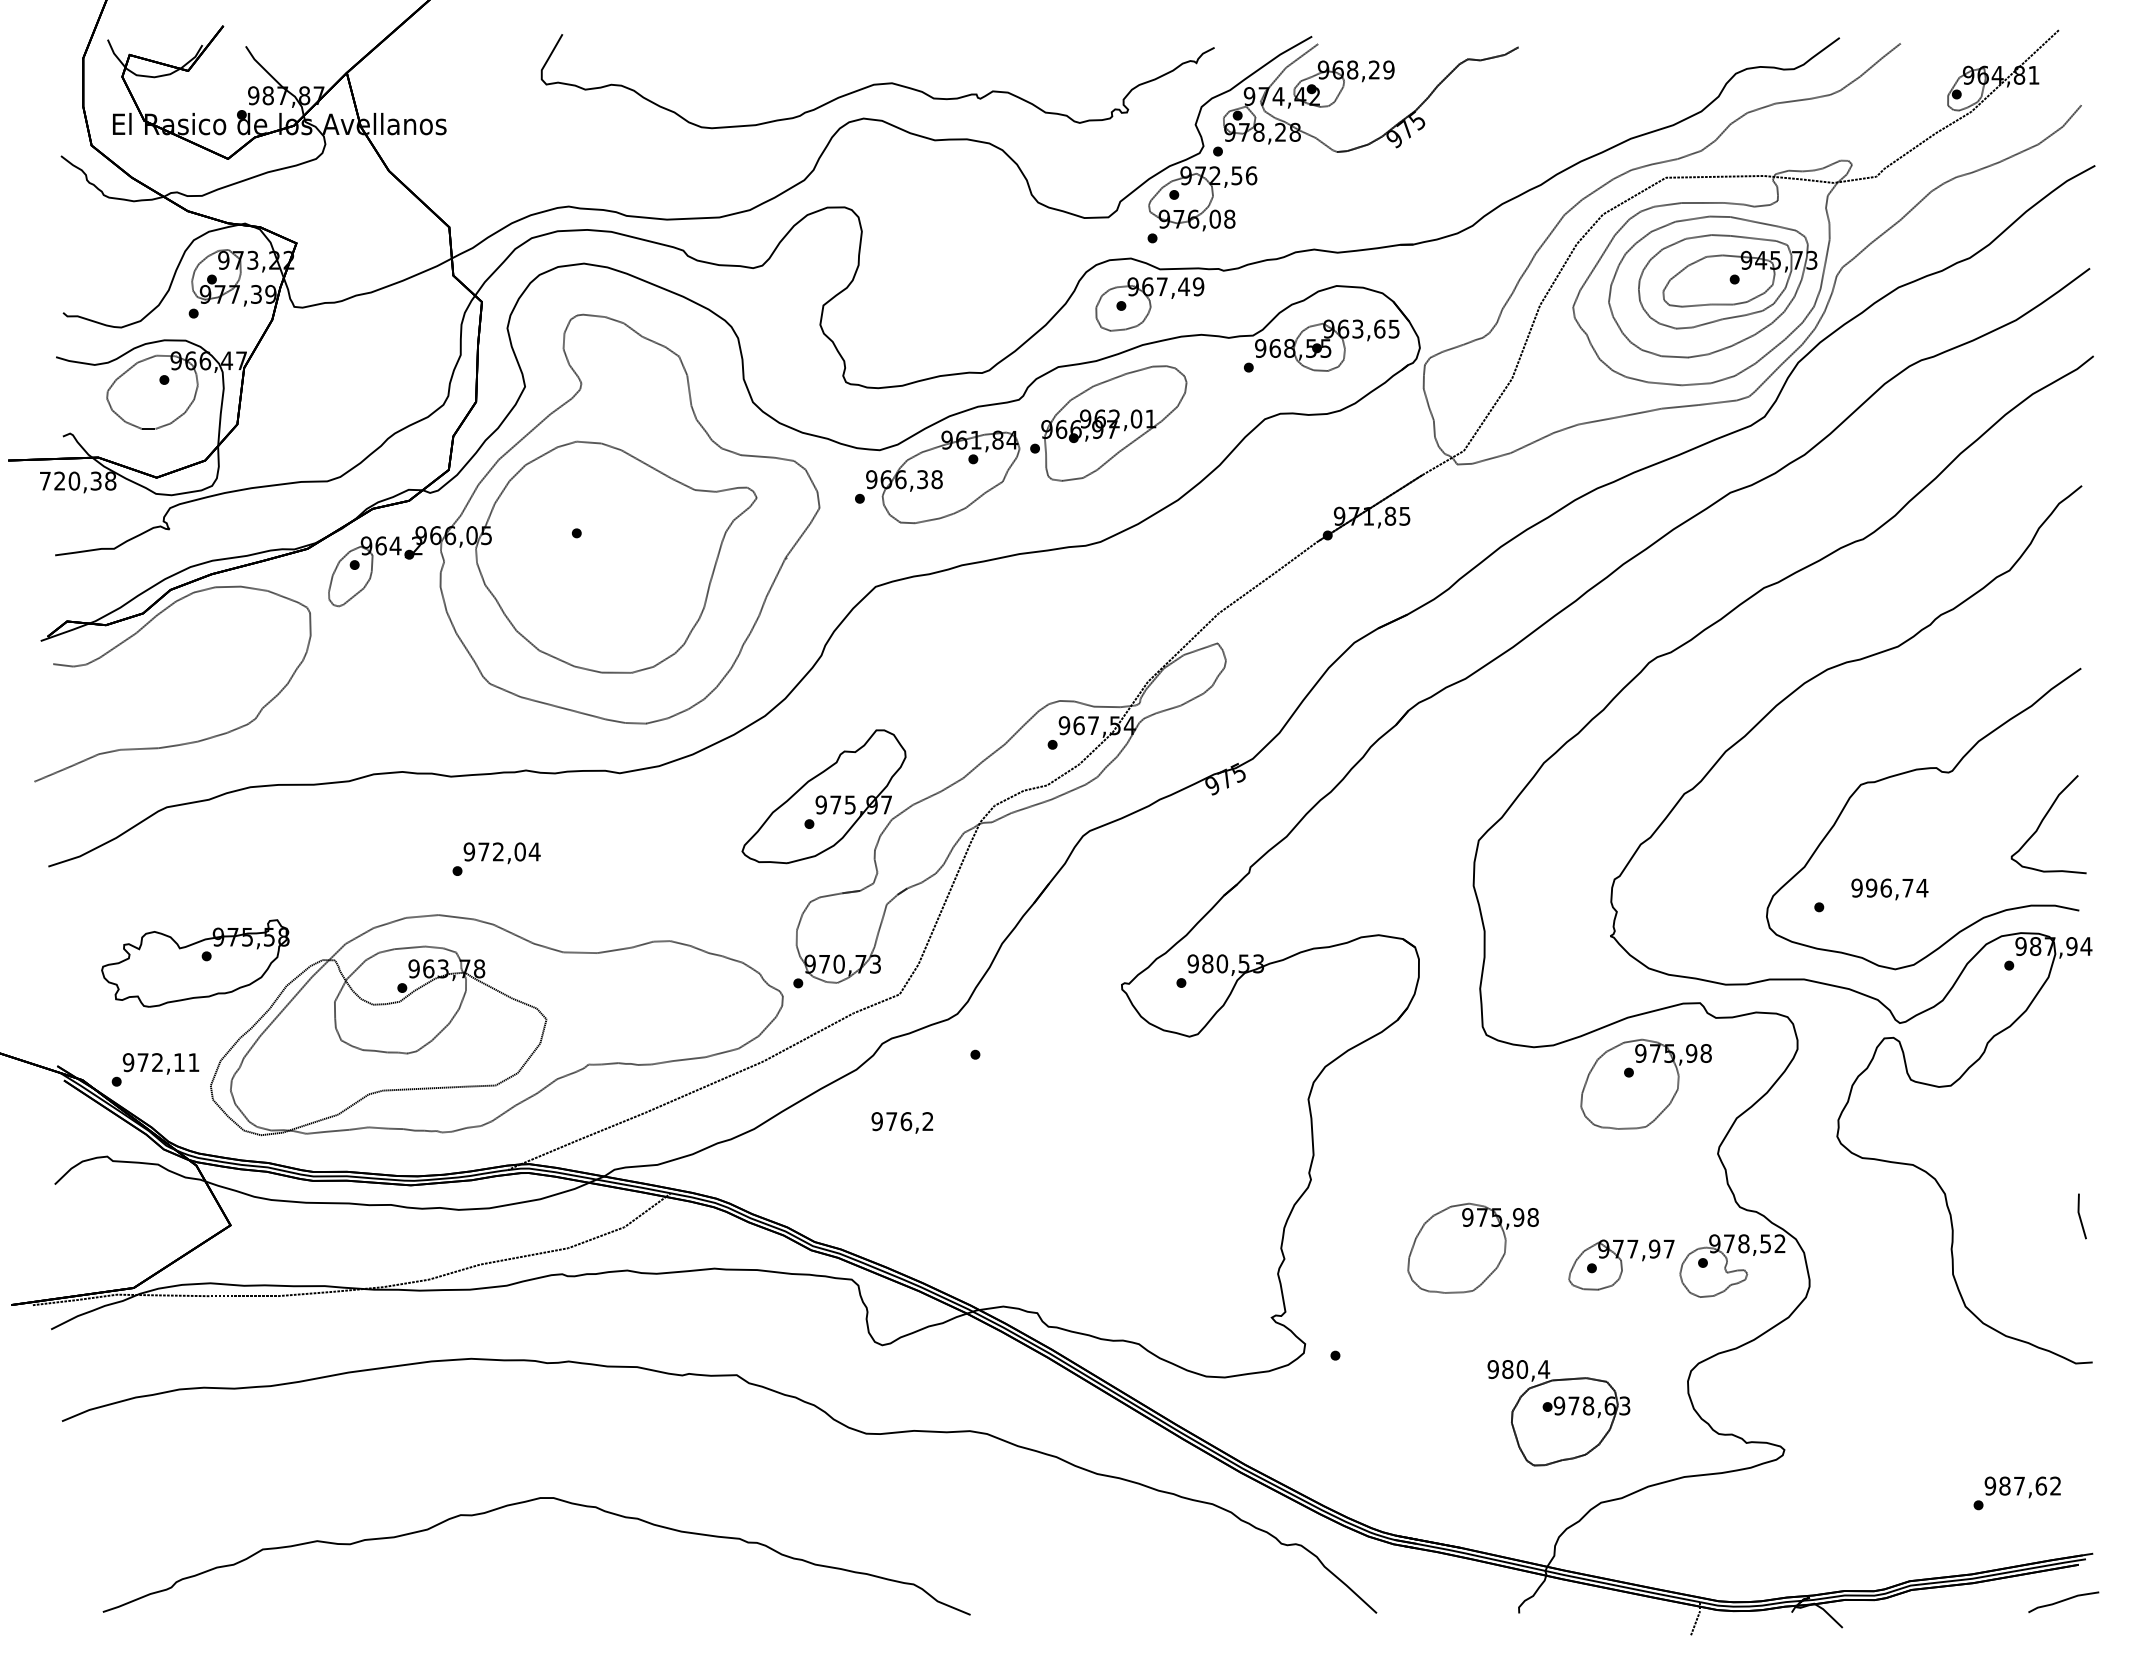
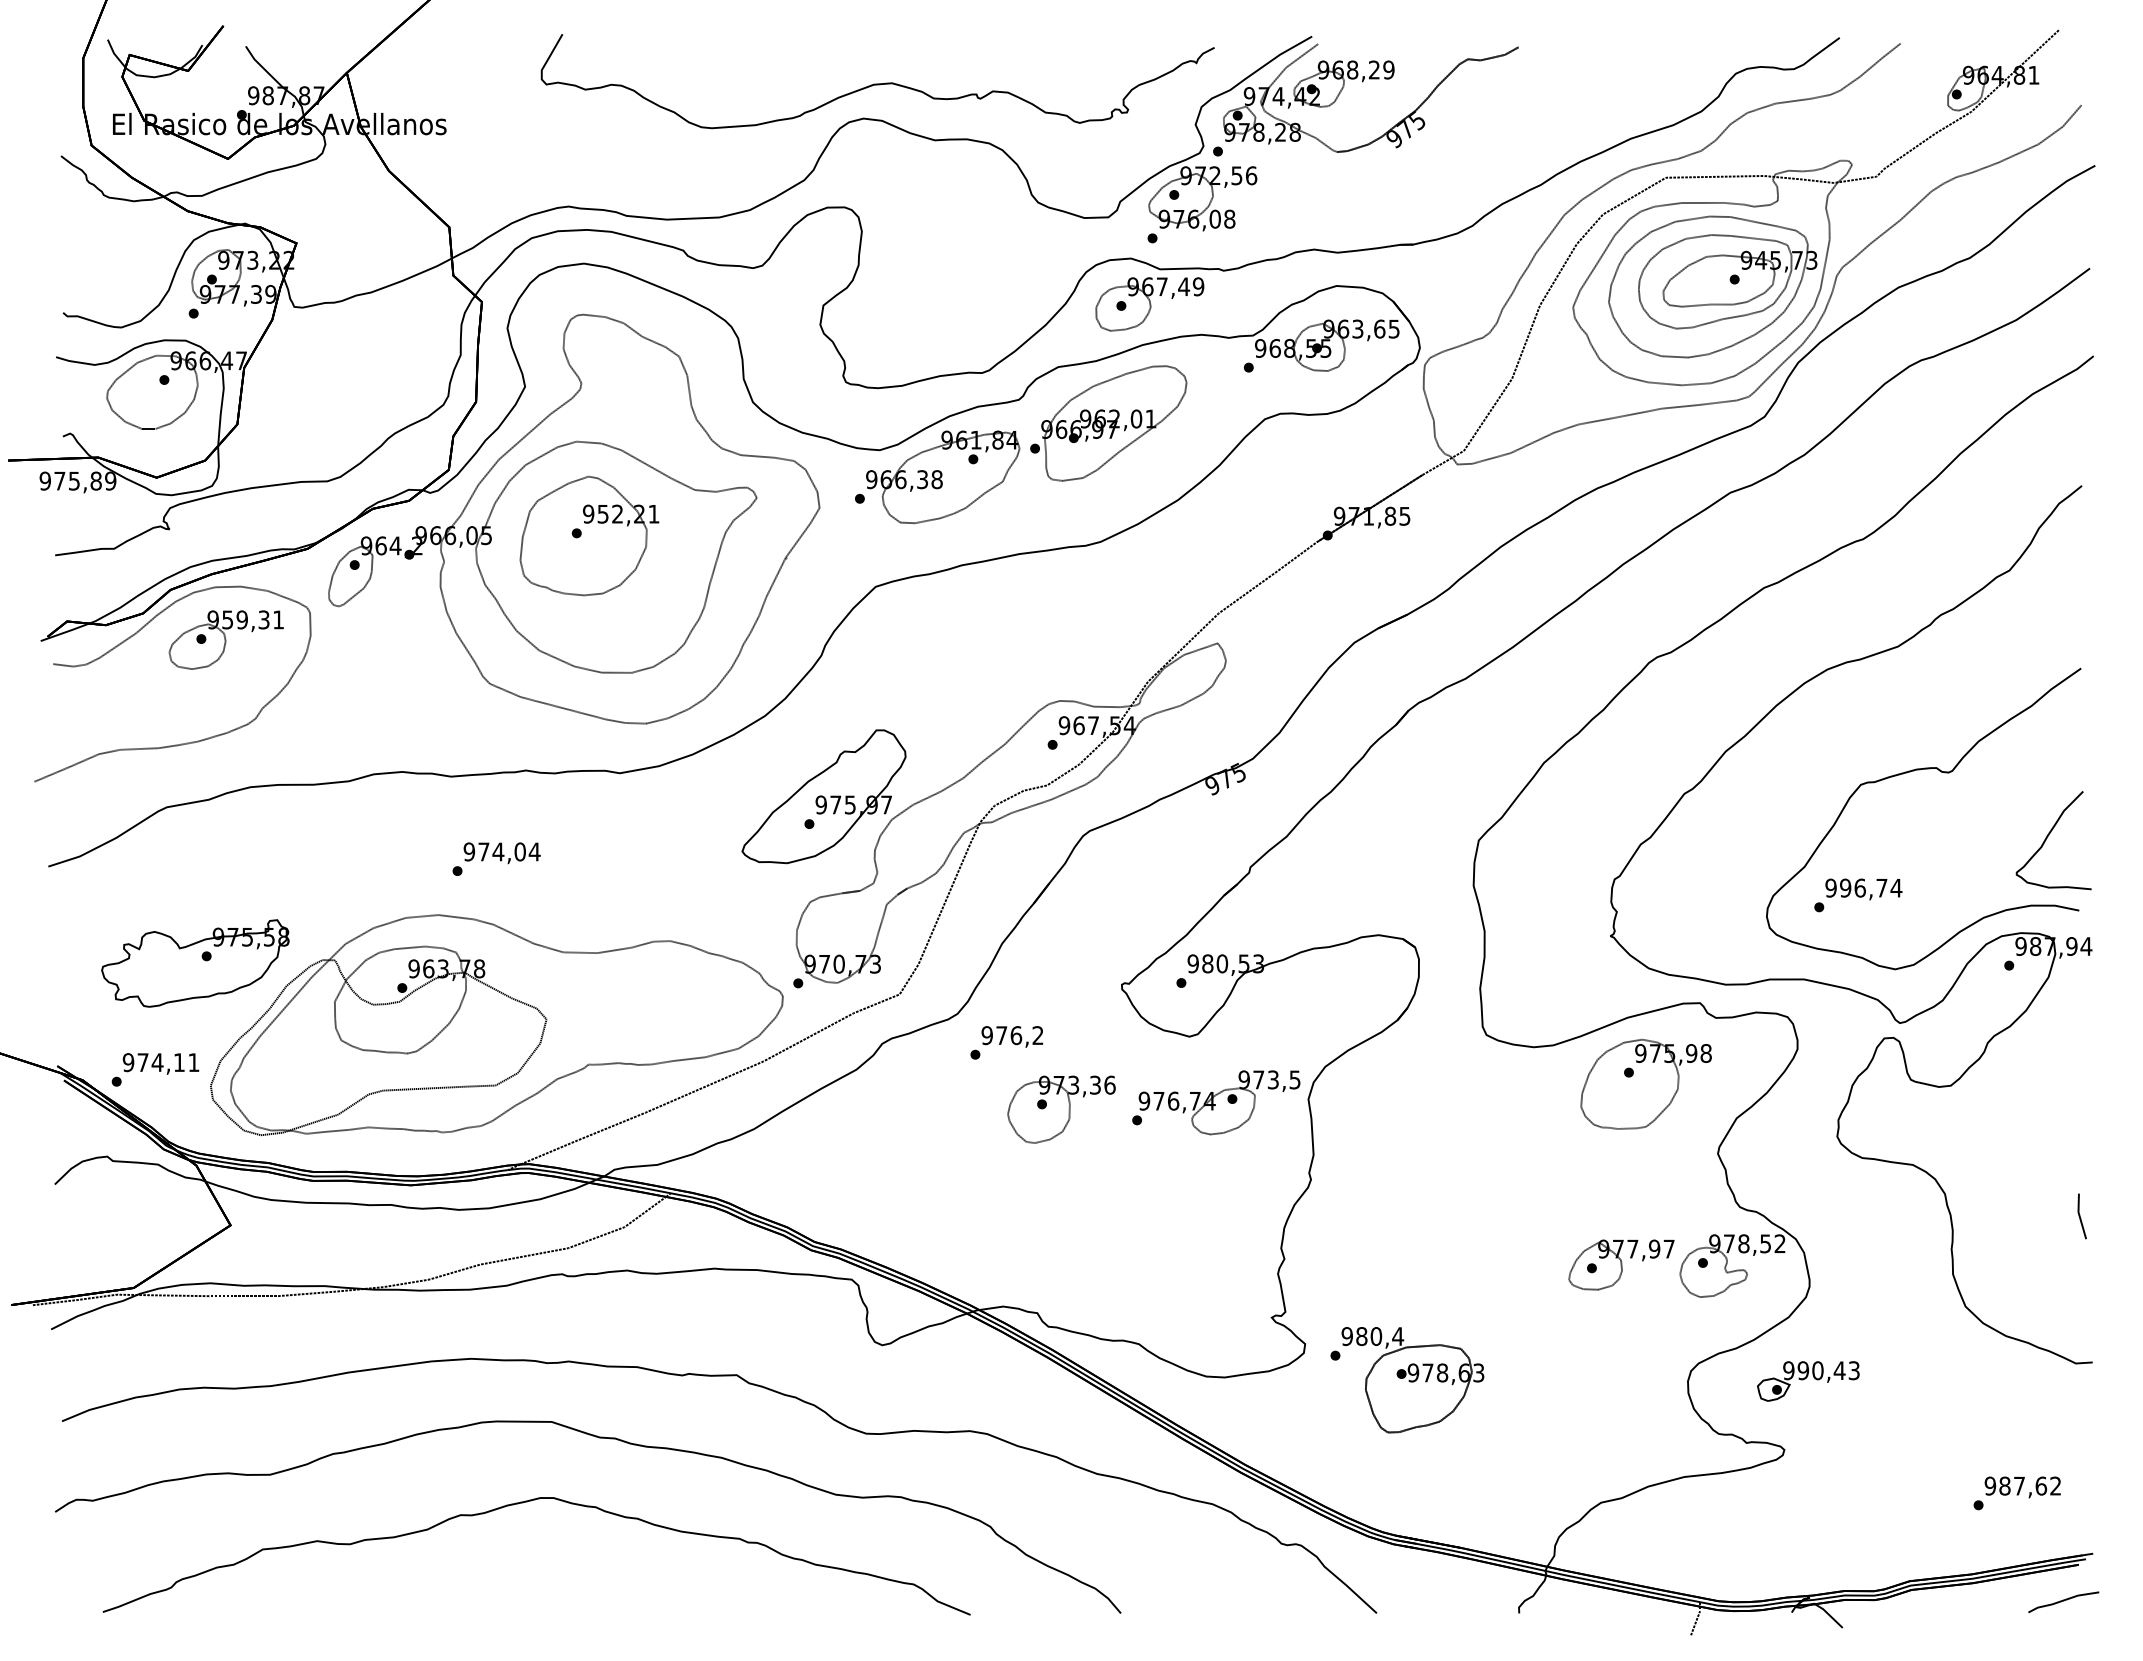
text at (77, 480): 720,38 -> 975,89
part at (589, 535): none -> present
part at (225, 639): none -> present
curve at (2042, 822) position: (2042, 822) -> (2047, 838)
text at (498, 851): 972,04 -> 974,04
text at (1889, 889) position: (1889, 889) -> (1863, 889)
text at (157, 1062): 972,11 -> 974,11
part at (1216, 1102): none -> present
part at (1061, 1109): none -> present
text at (902, 1122) position: (902, 1122) -> (1012, 1036)
part at (1472, 1247): present -> none
part at (1808, 1381): none -> present
part at (1558, 1413) position: (1558, 1413) -> (1412, 1380)
curve at (599, 1438): none -> present
